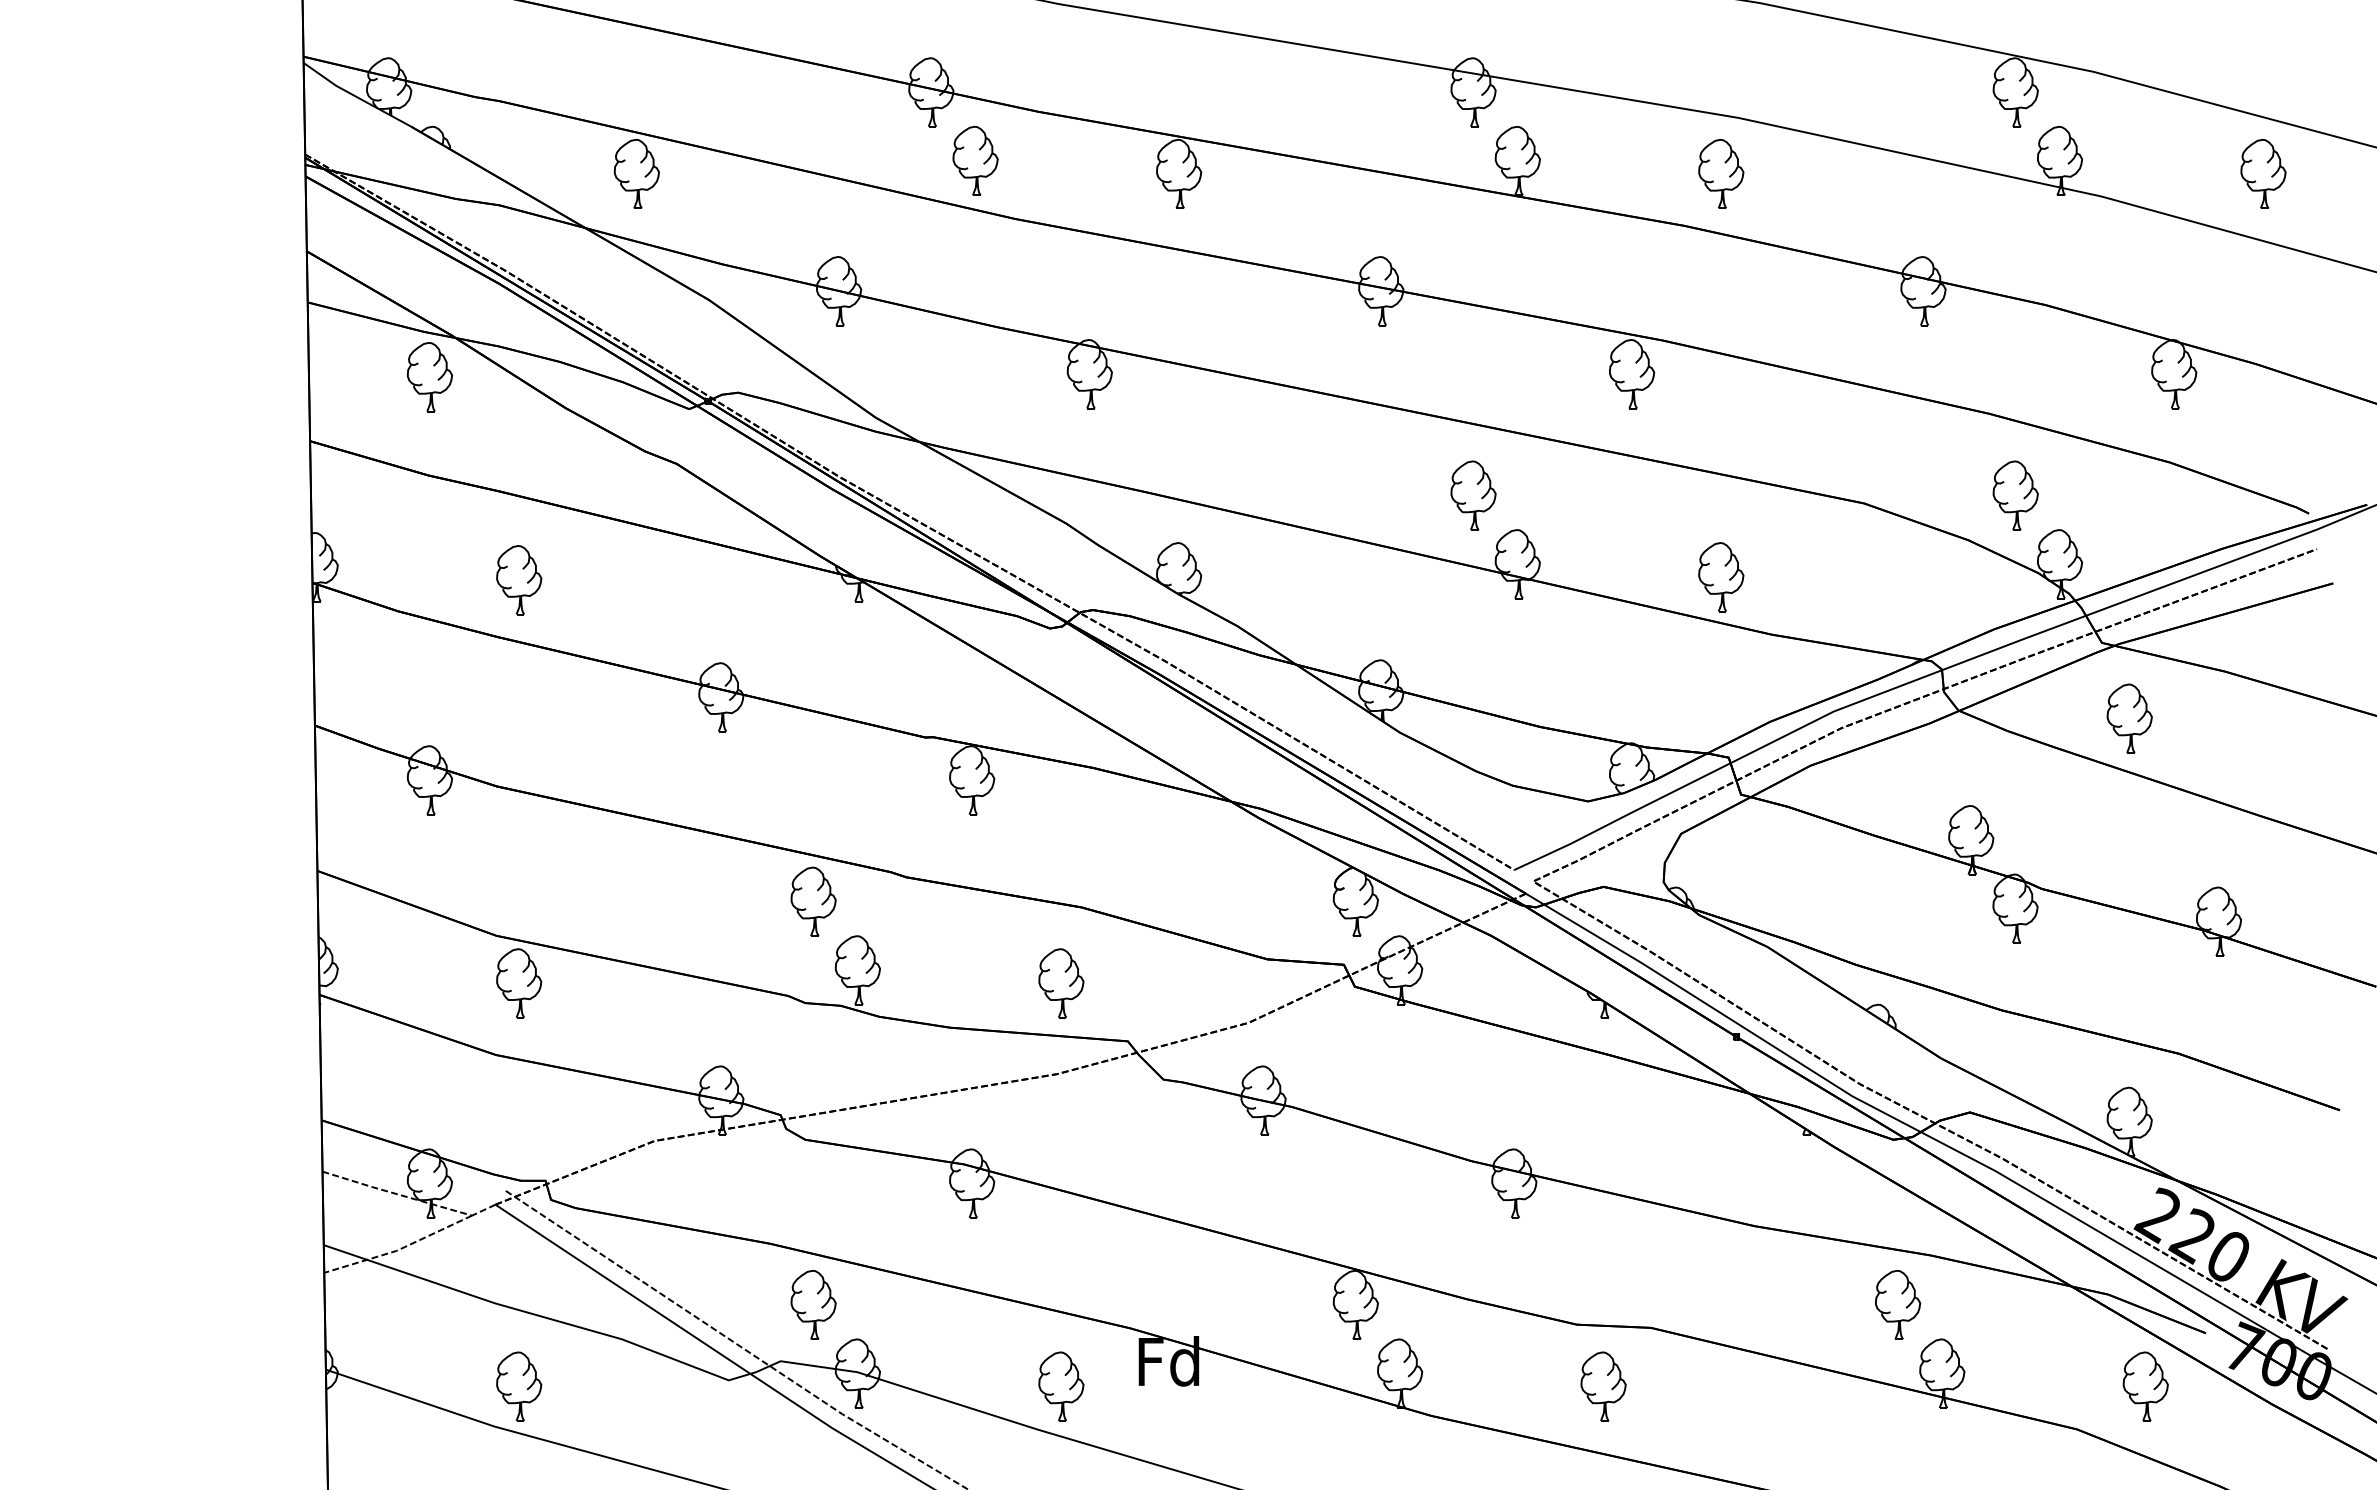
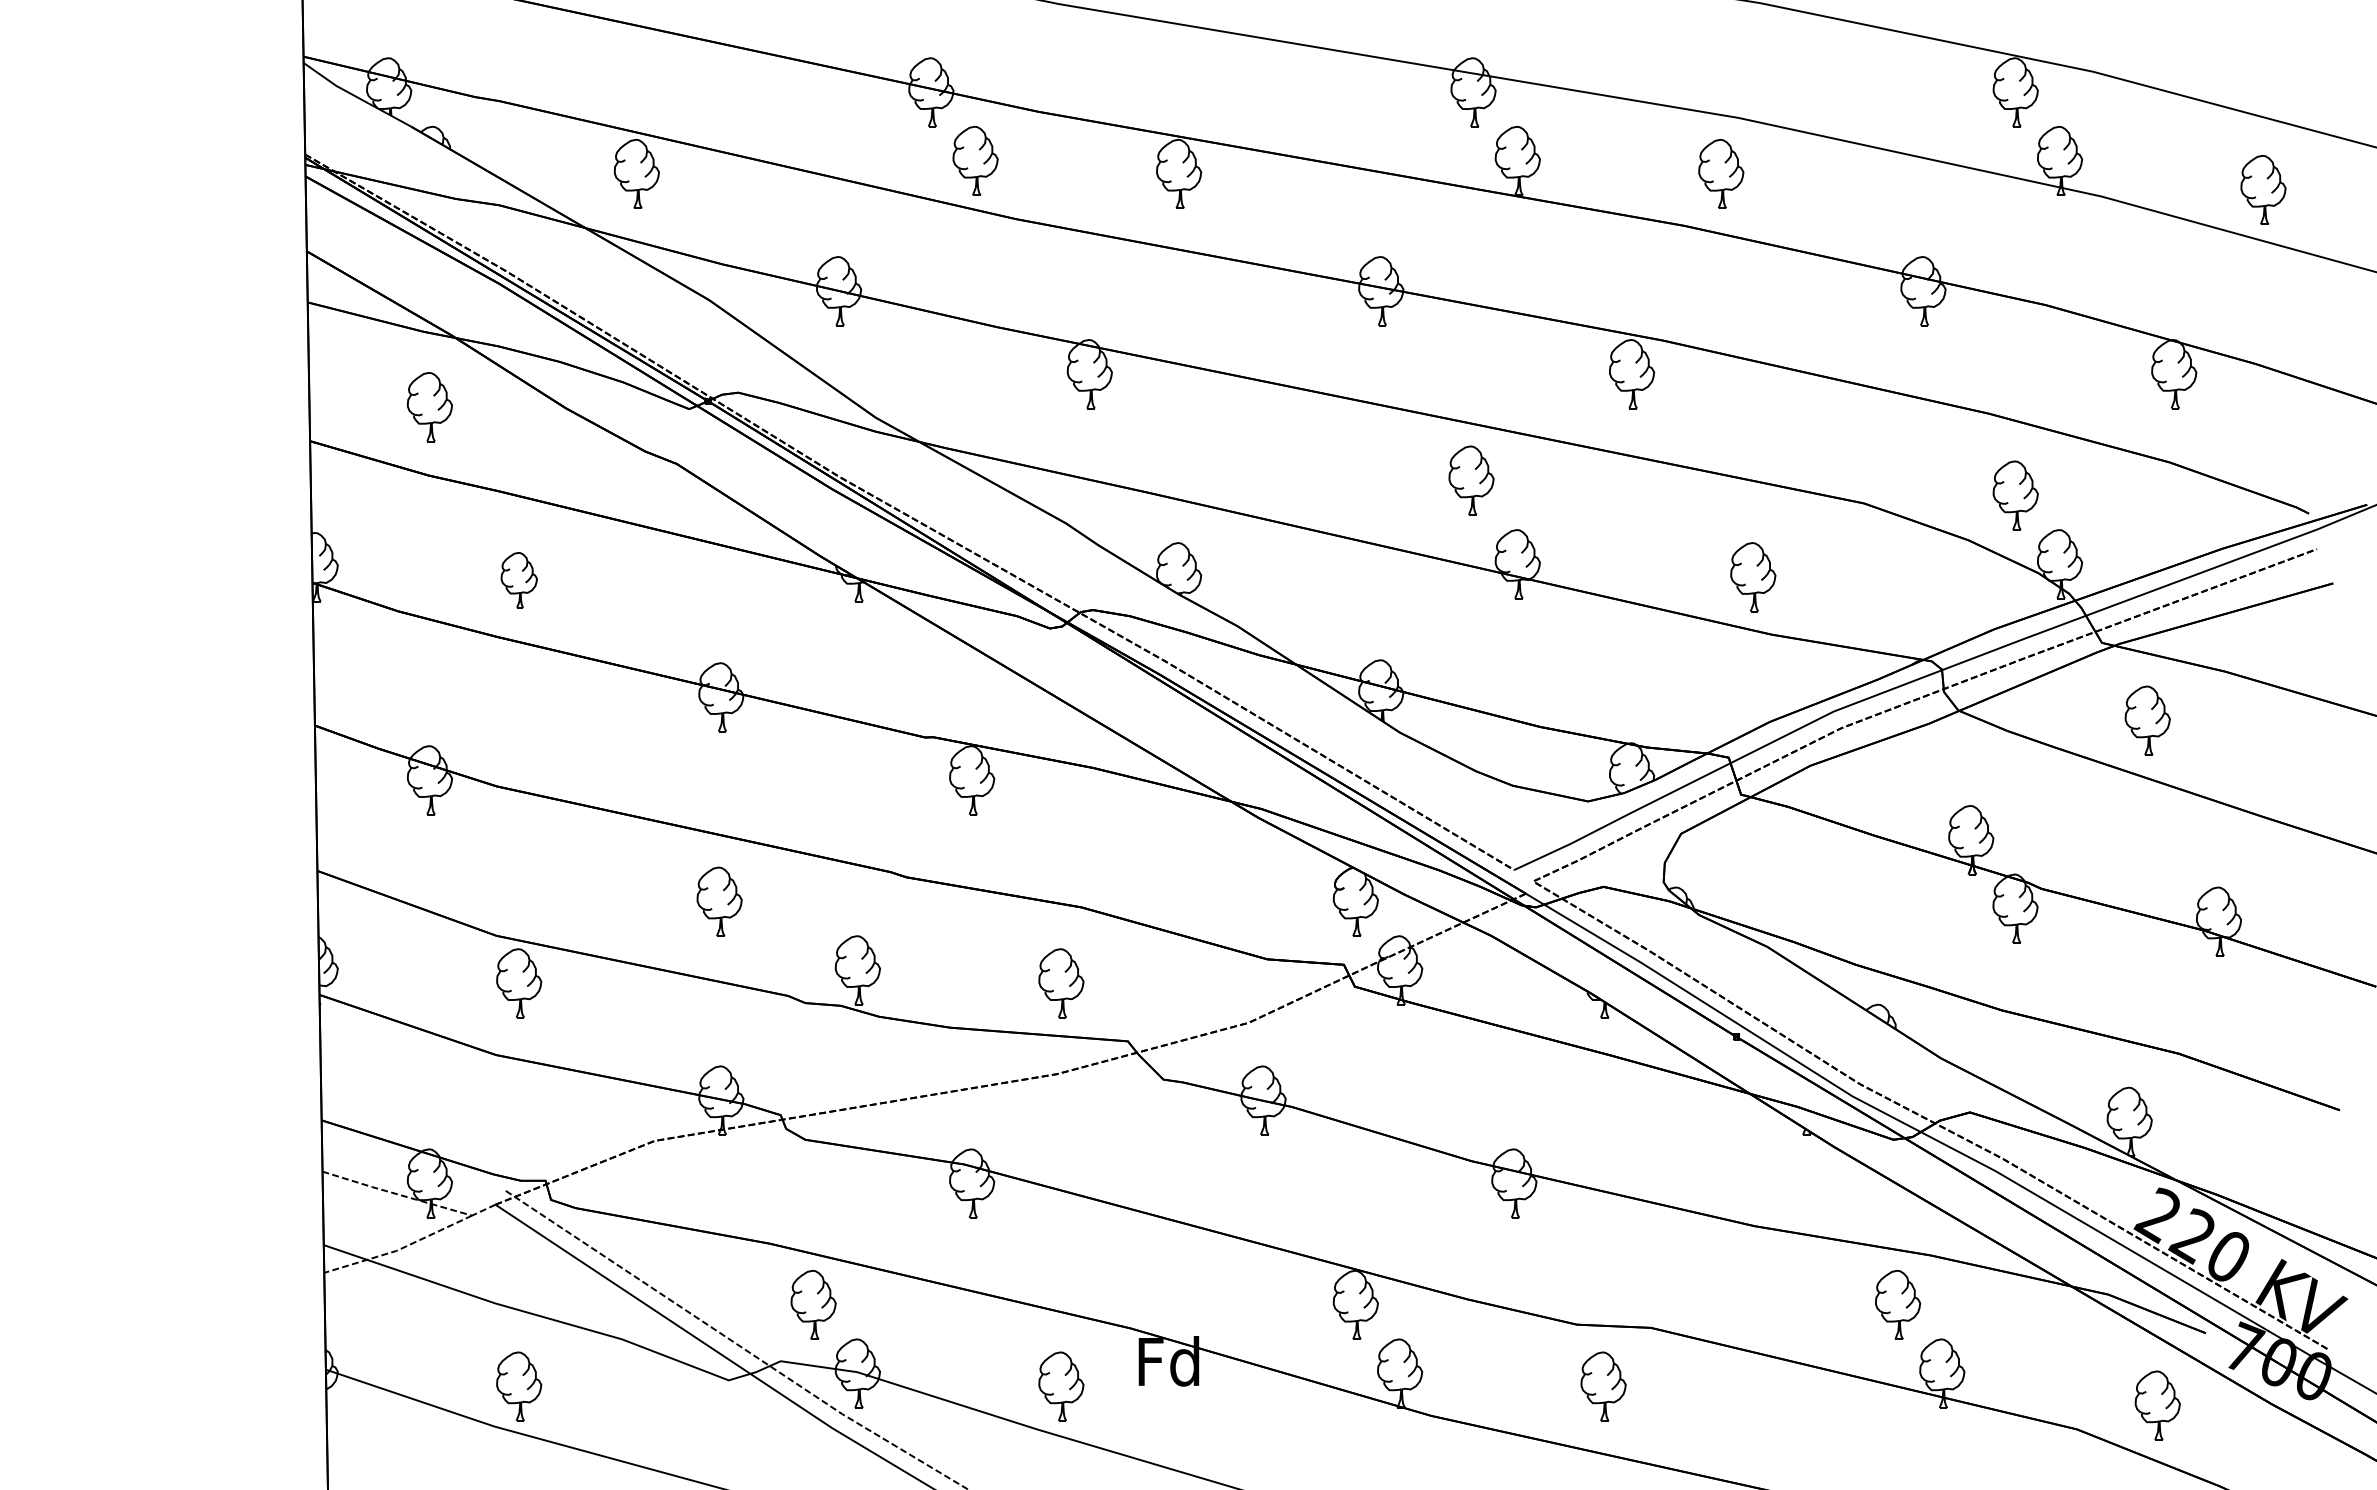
part at (2263, 173) position: (2263, 173) -> (2263, 189)
part at (429, 377) position: (429, 377) -> (429, 407)
part at (1473, 495) position: (1473, 495) -> (1471, 480)
part at (1721, 577) position: (1721, 577) -> (1753, 577)
part at (519, 580) size: 47x71 px -> 38x57 px
part at (2129, 718) position: (2129, 718) -> (2147, 720)
part at (813, 901) position: (813, 901) -> (719, 901)
part at (2145, 1386) position: (2145, 1386) -> (2157, 1405)
